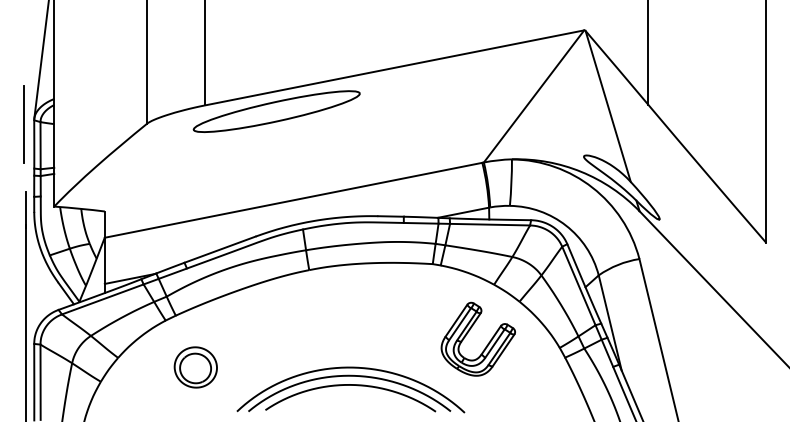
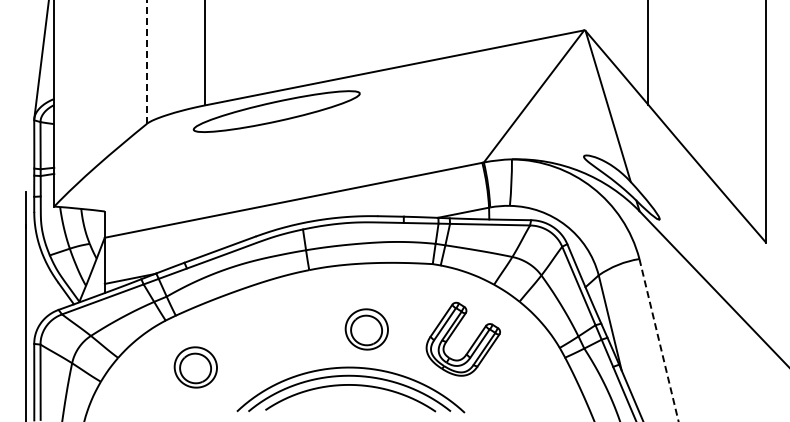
line at (147, 61): solid -> dashed
line at (23, 124): present -> none
part at (366, 329): none -> present
part at (468, 333) position: (468, 333) -> (453, 333)
line at (659, 340): solid -> dashed
